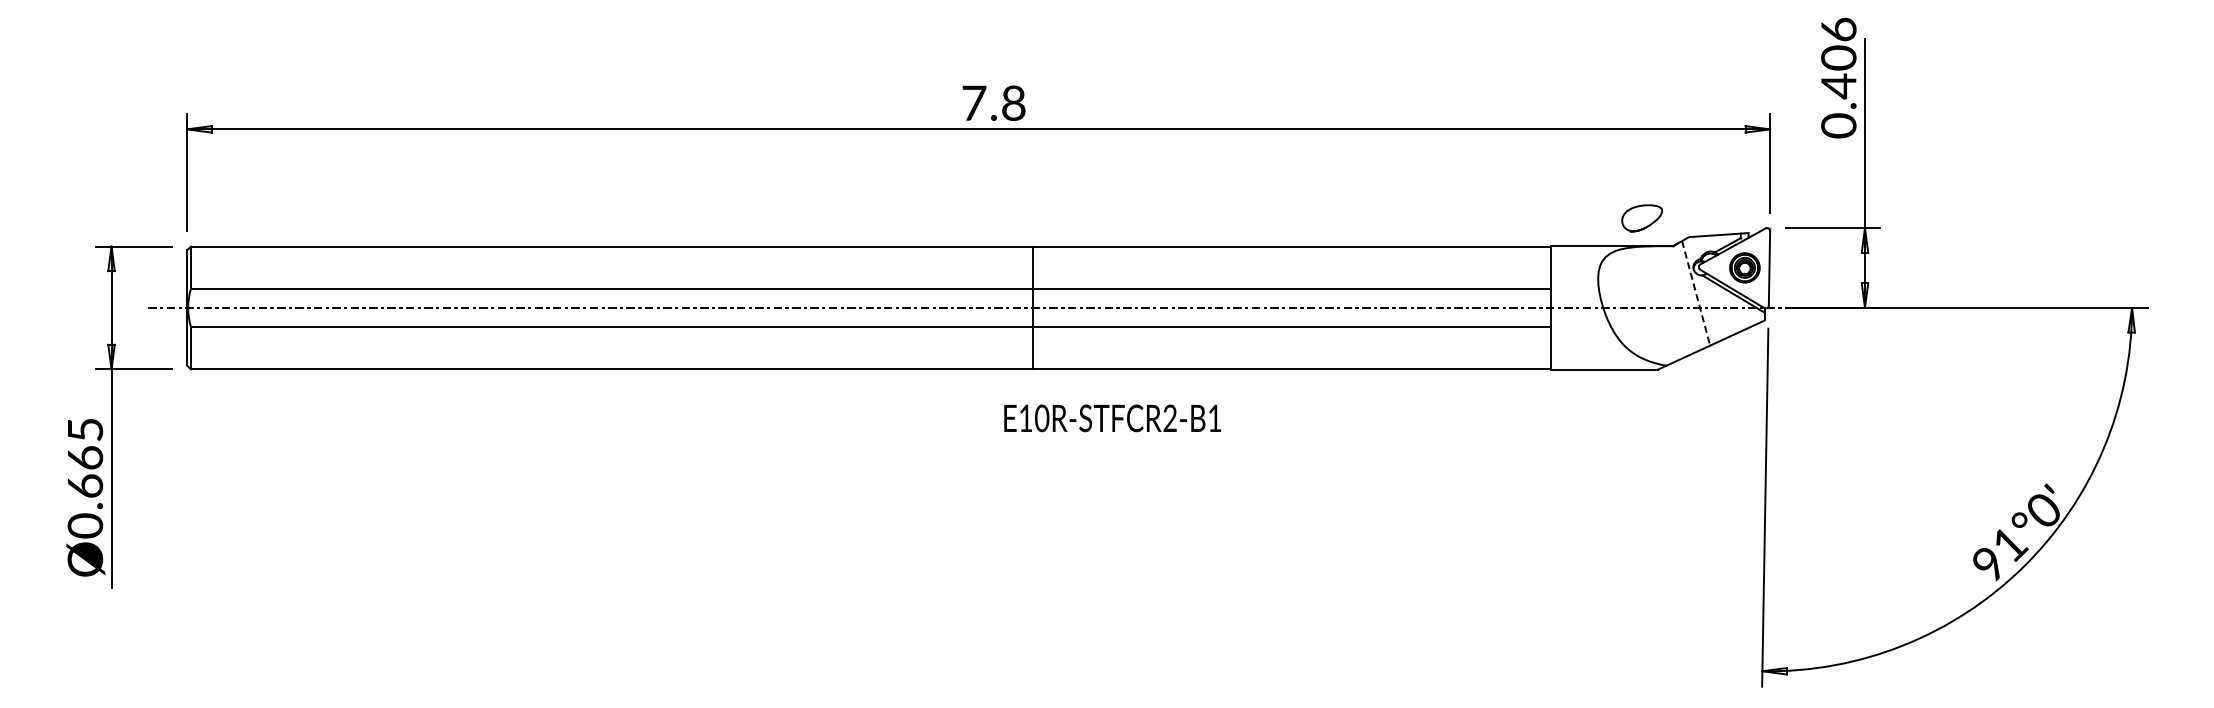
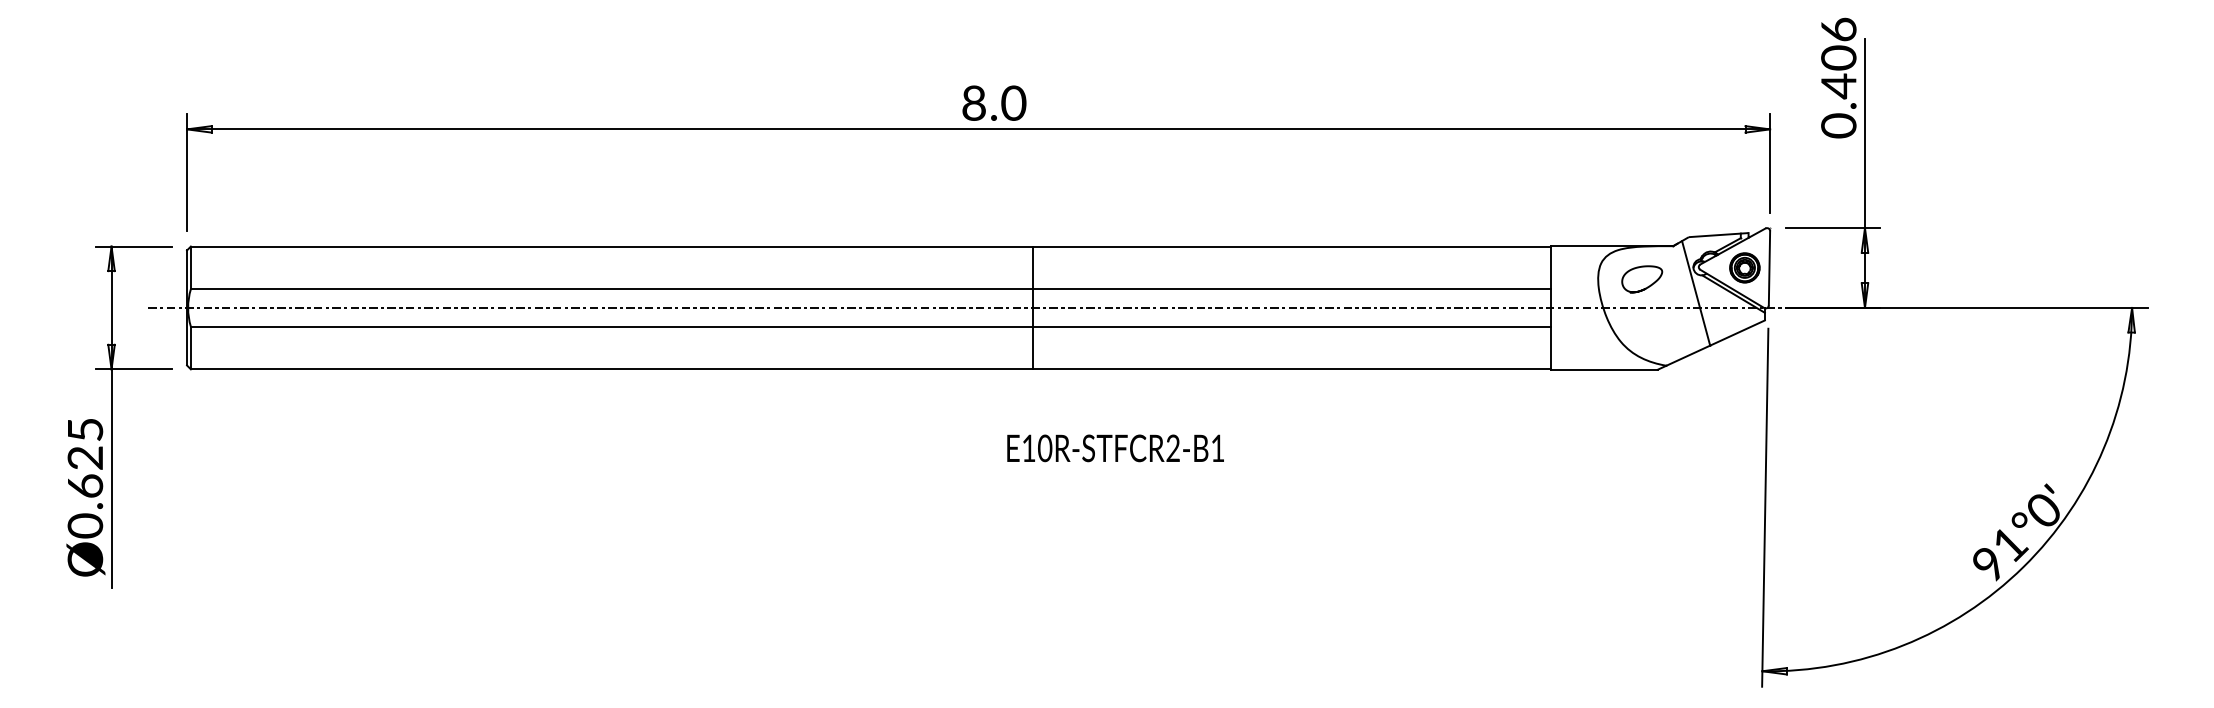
text at (994, 102): 7.8 -> 8.0
curve at (1645, 226) position: (1645, 226) -> (1645, 287)
line at (1696, 293): dashed -> solid
text at (1112, 418) position: (1112, 418) -> (1115, 448)
text at (85, 457): Ø0.665 -> Ø0.625
